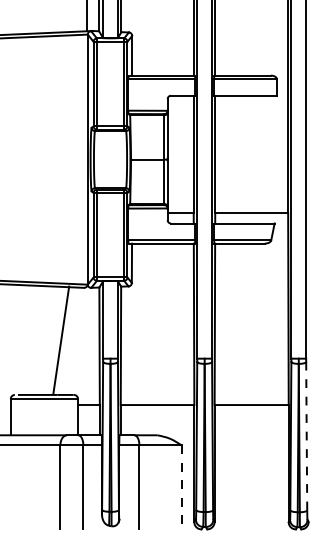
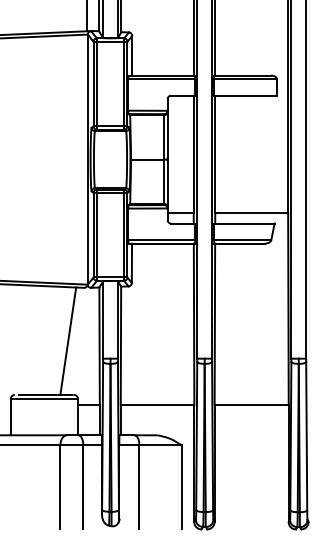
line at (61, 339) position: (61, 339) -> (68, 340)
line at (306, 435): dashed -> solid
line at (181, 487): dashed -> solid
